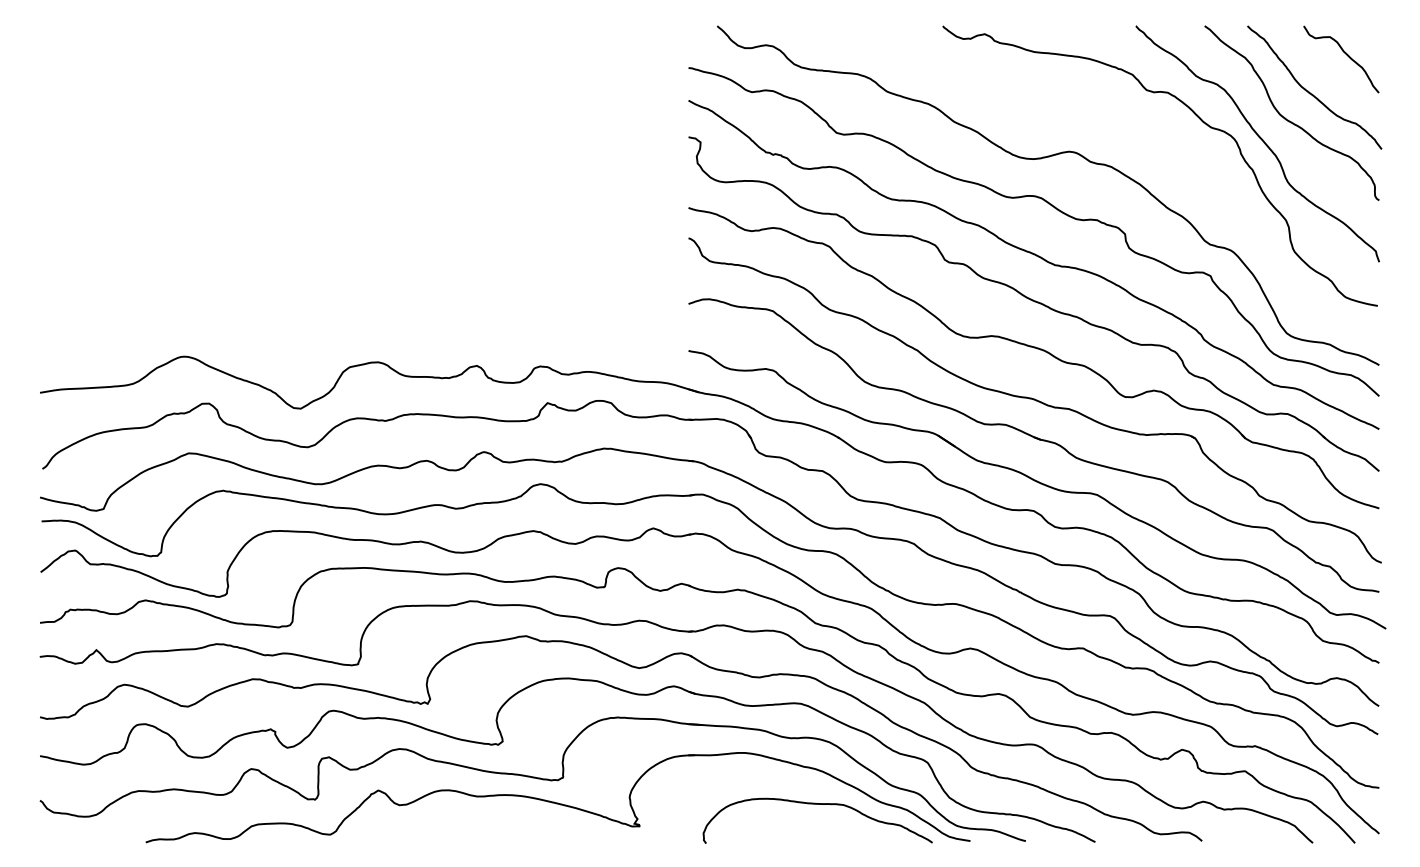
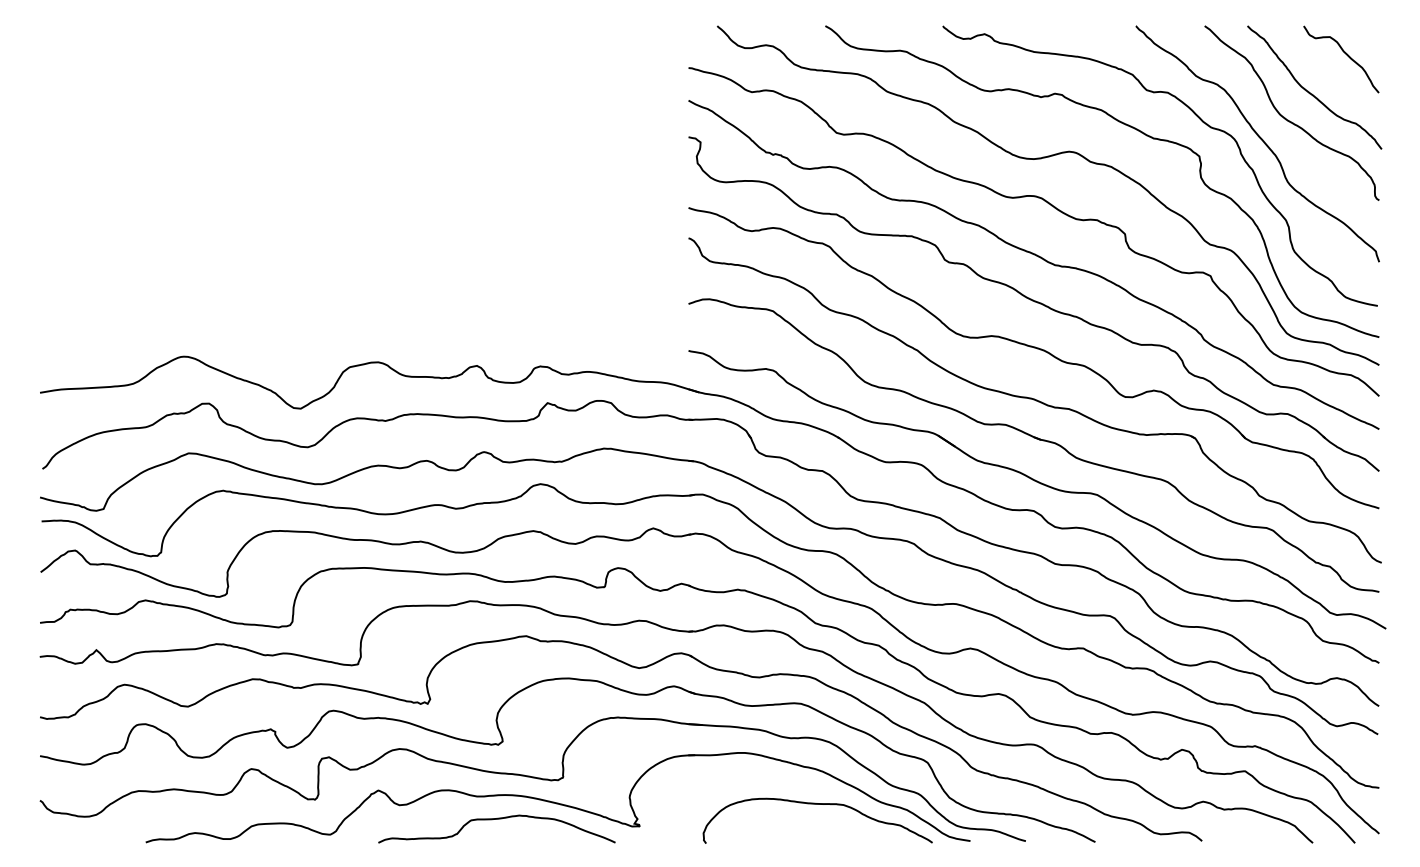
curve at (1127, 126): none -> present
curve at (492, 820): none -> present
